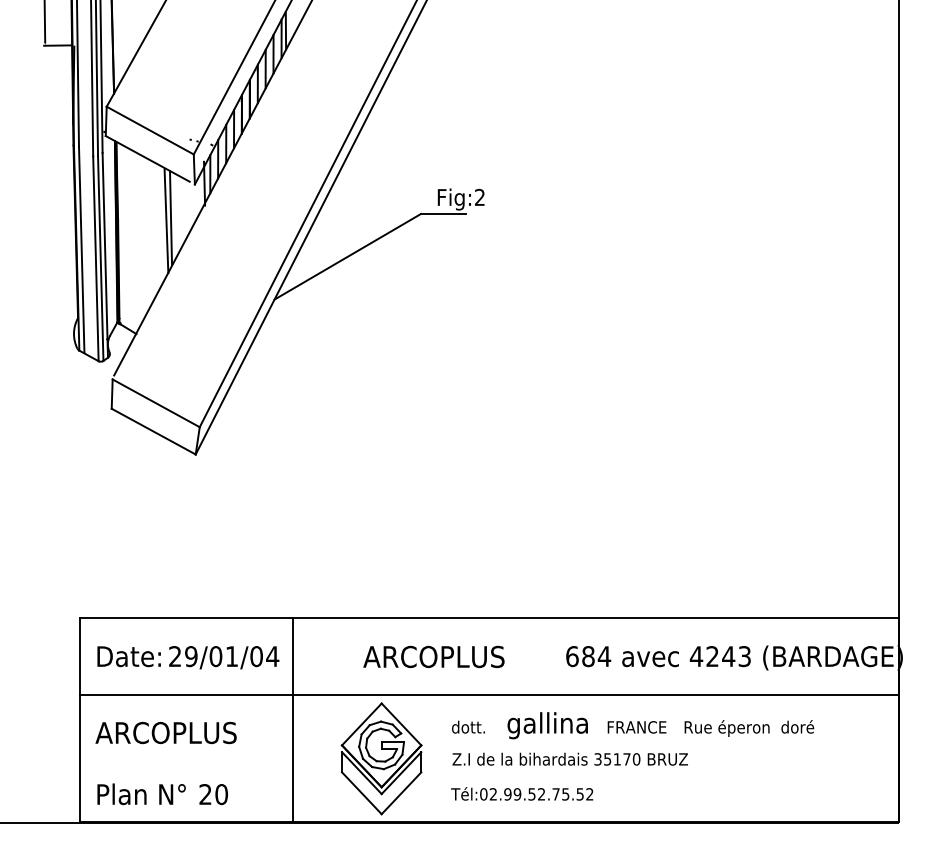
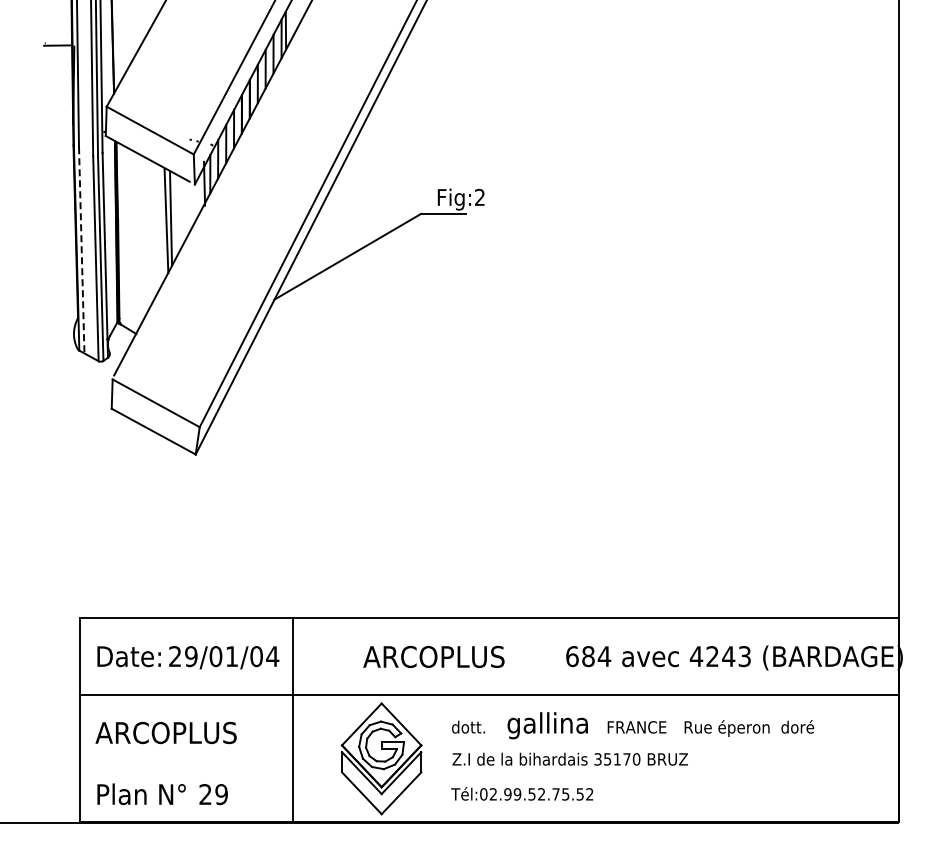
line at (44, 22): present -> none
line at (81, 250): solid -> dashed
text at (221, 794): 20 -> 29
